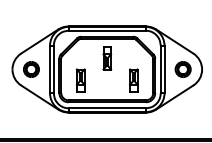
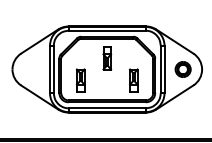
part at (31, 69): present -> none
